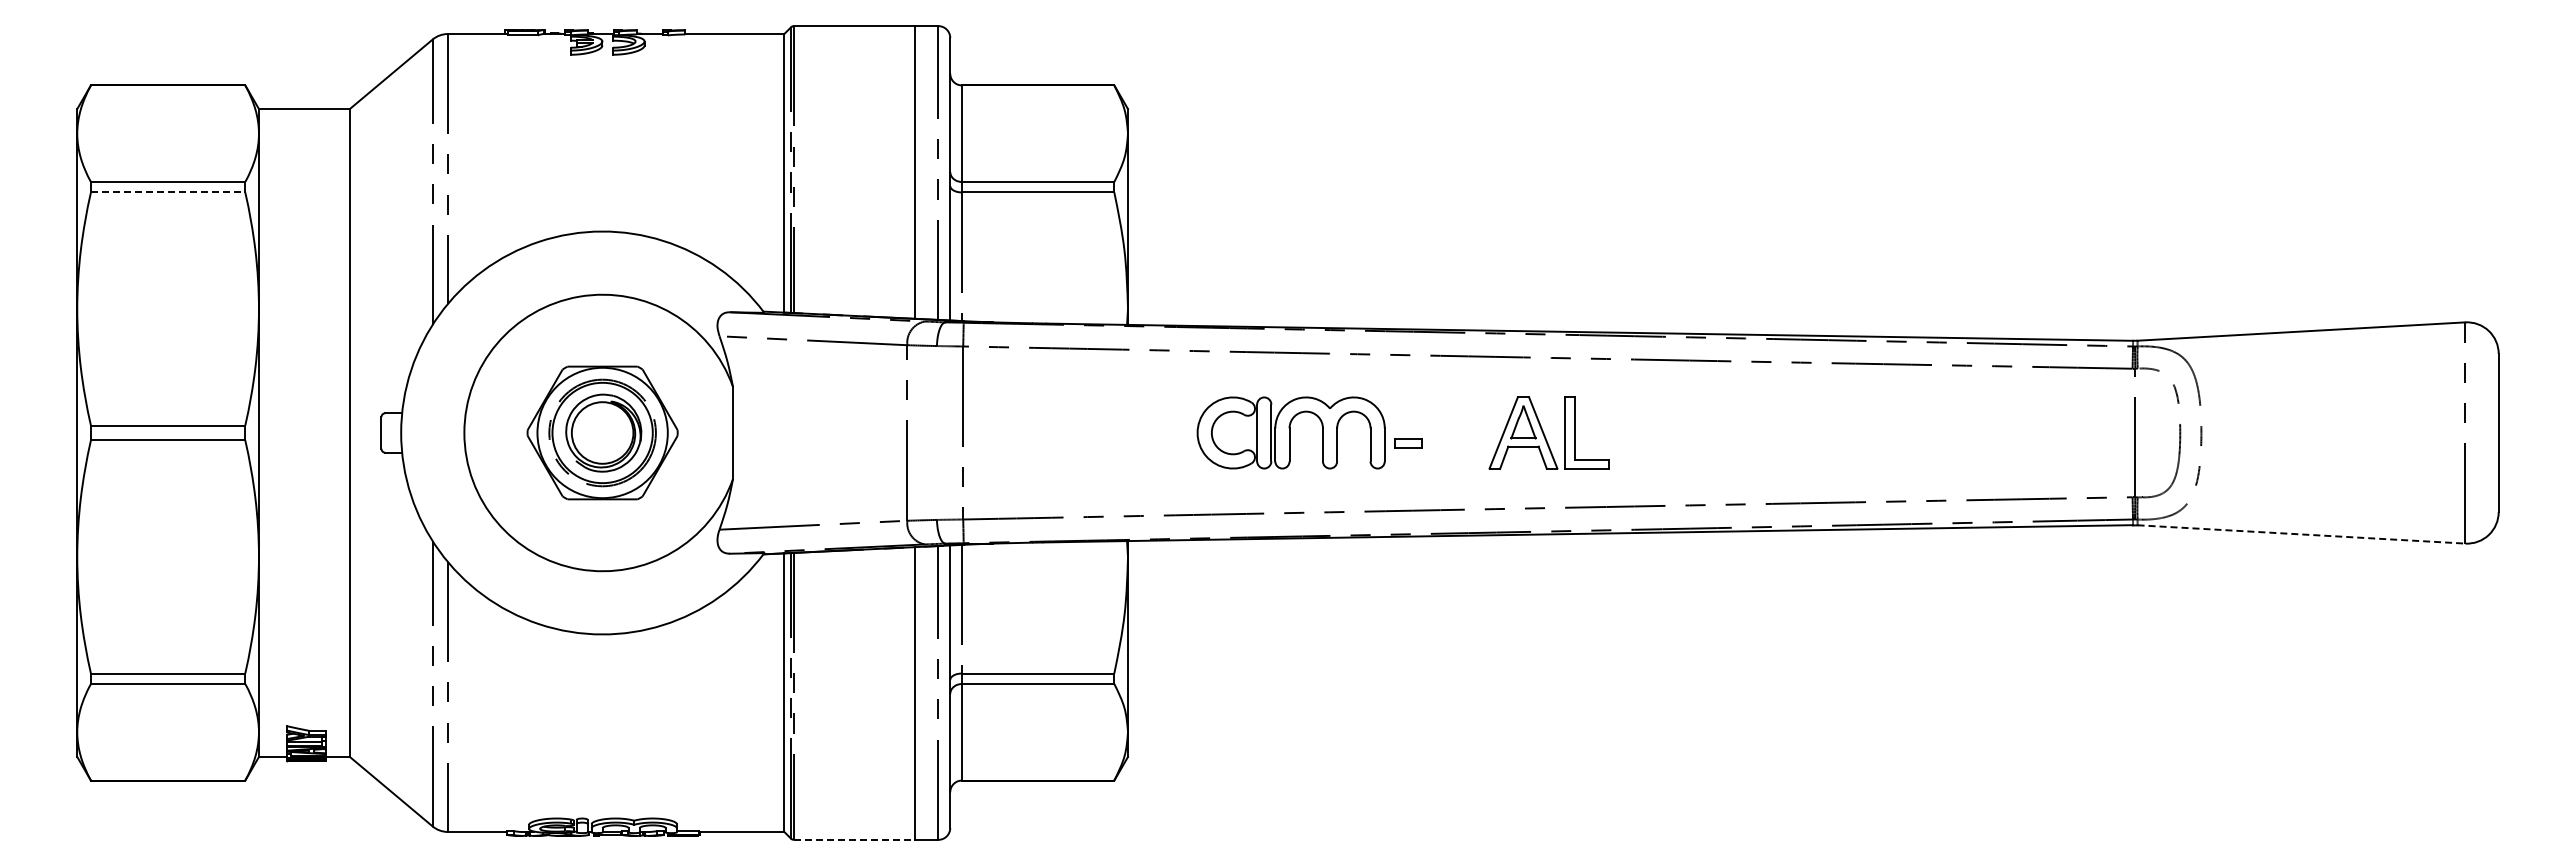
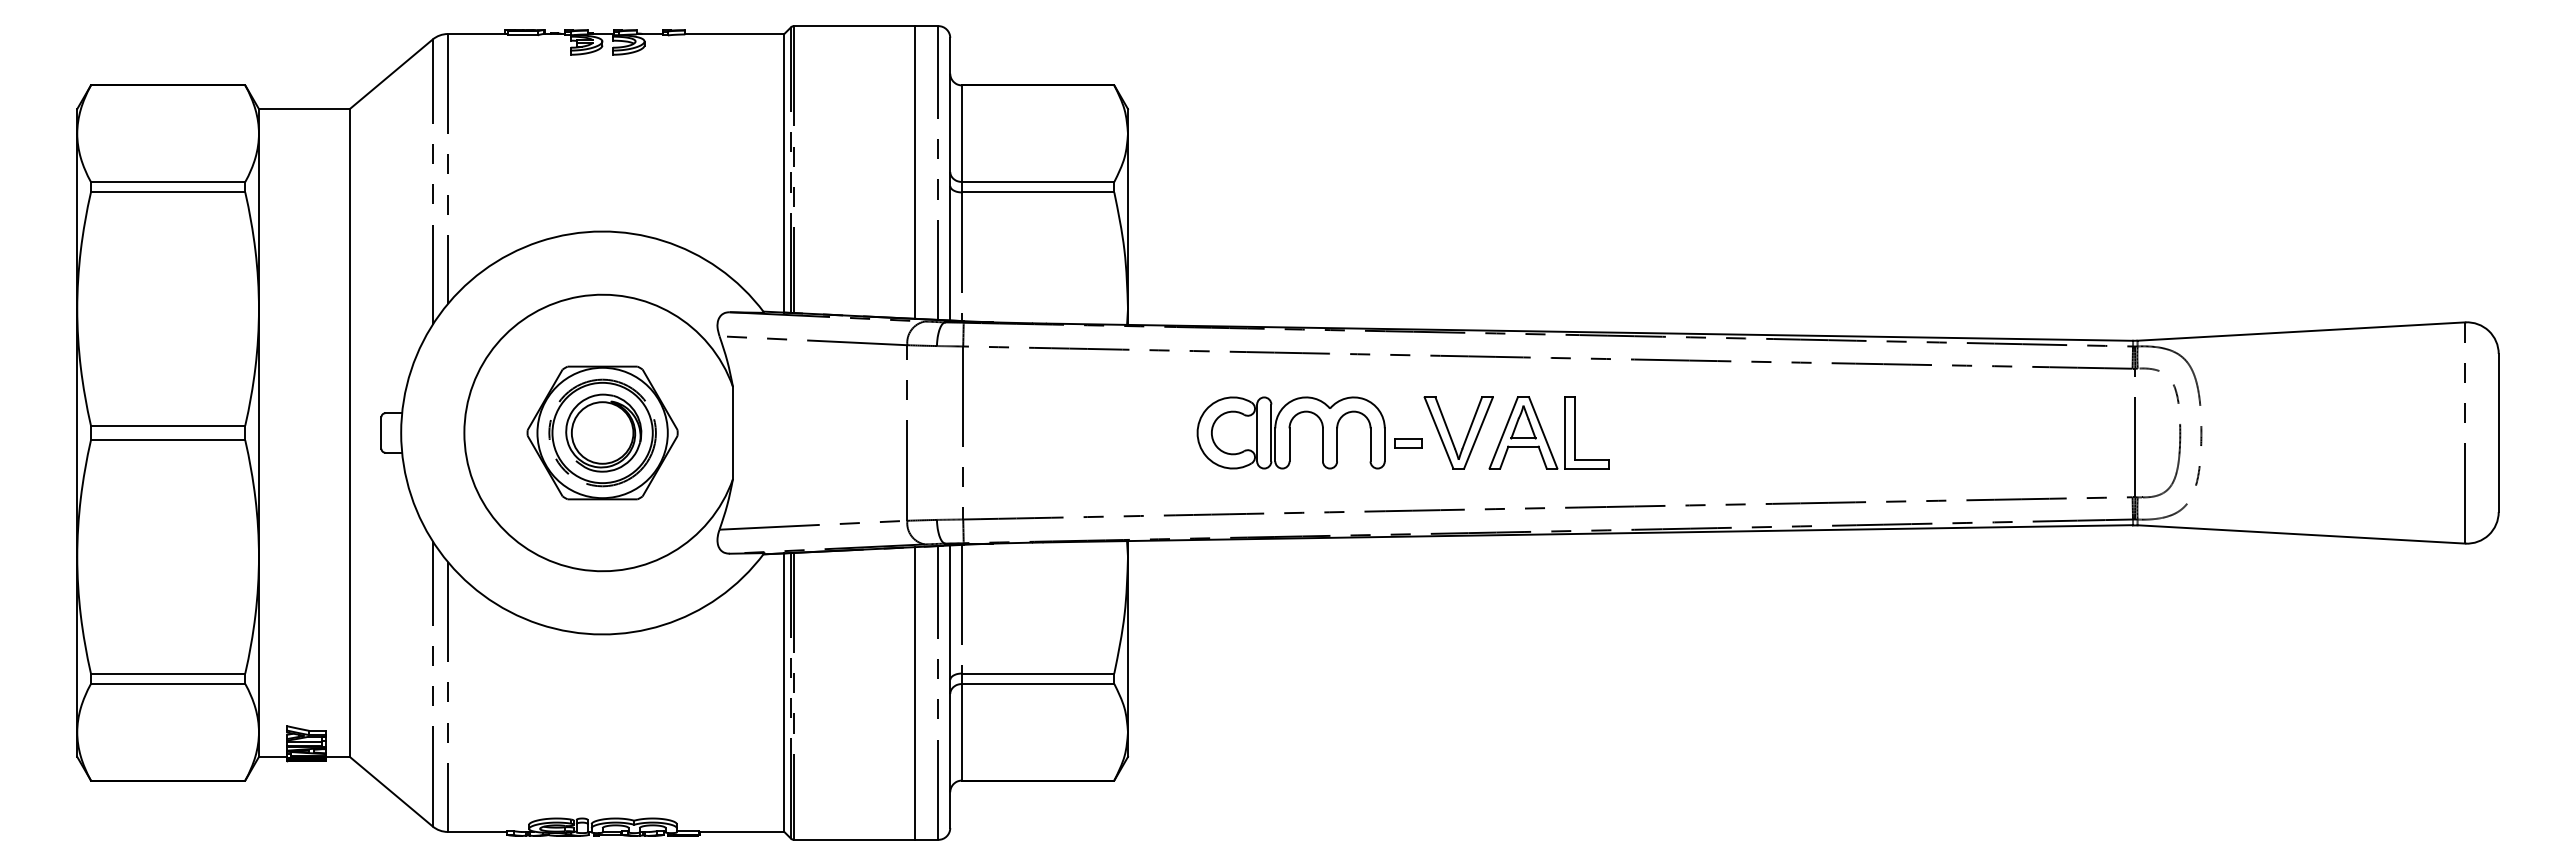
line at (168, 192): dashed -> solid
part at (1450, 433): none -> present
line at (2301, 534): dashed -> solid
line at (854, 839): dashed -> solid
